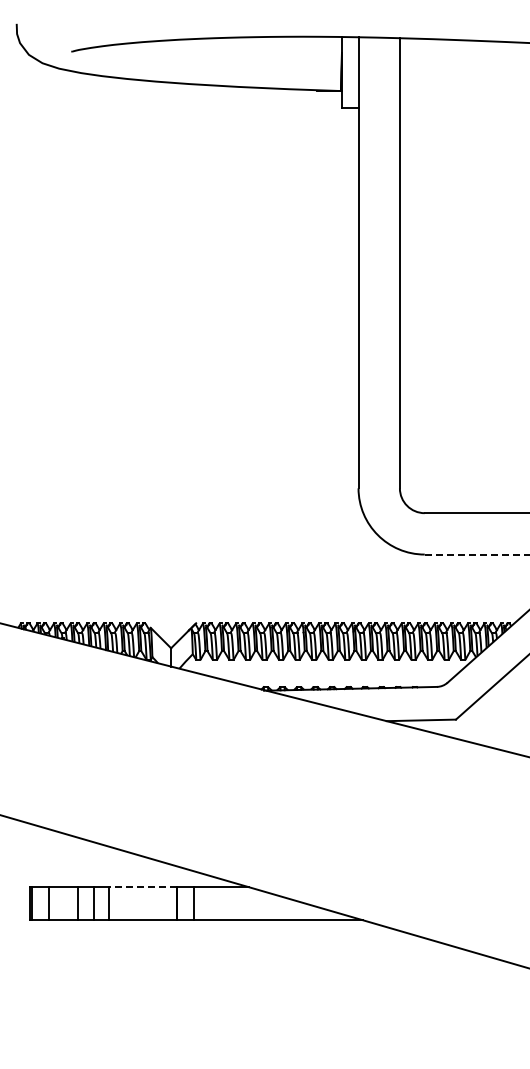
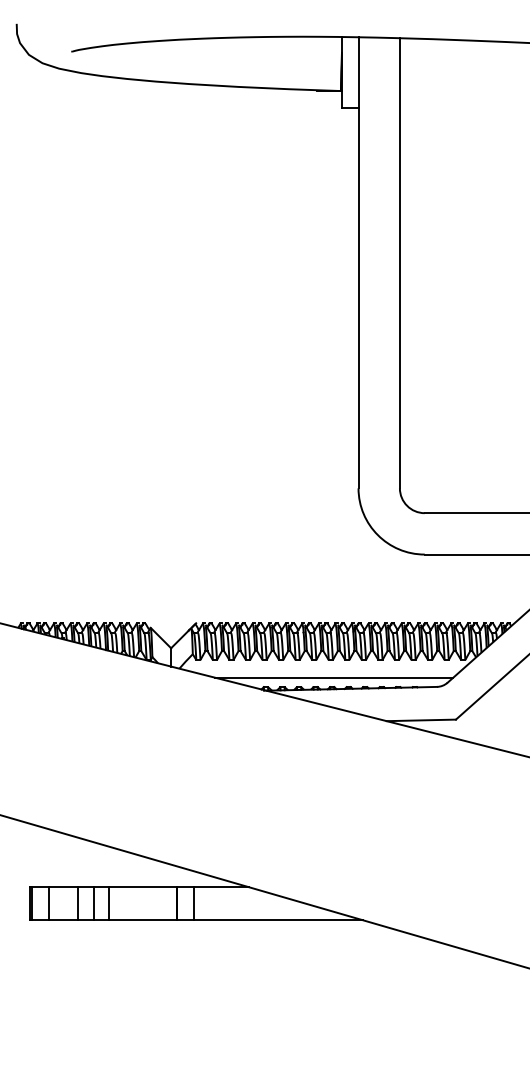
line at (477, 554): dashed -> solid
line at (333, 677): none -> present
line at (143, 887): dashed -> solid
